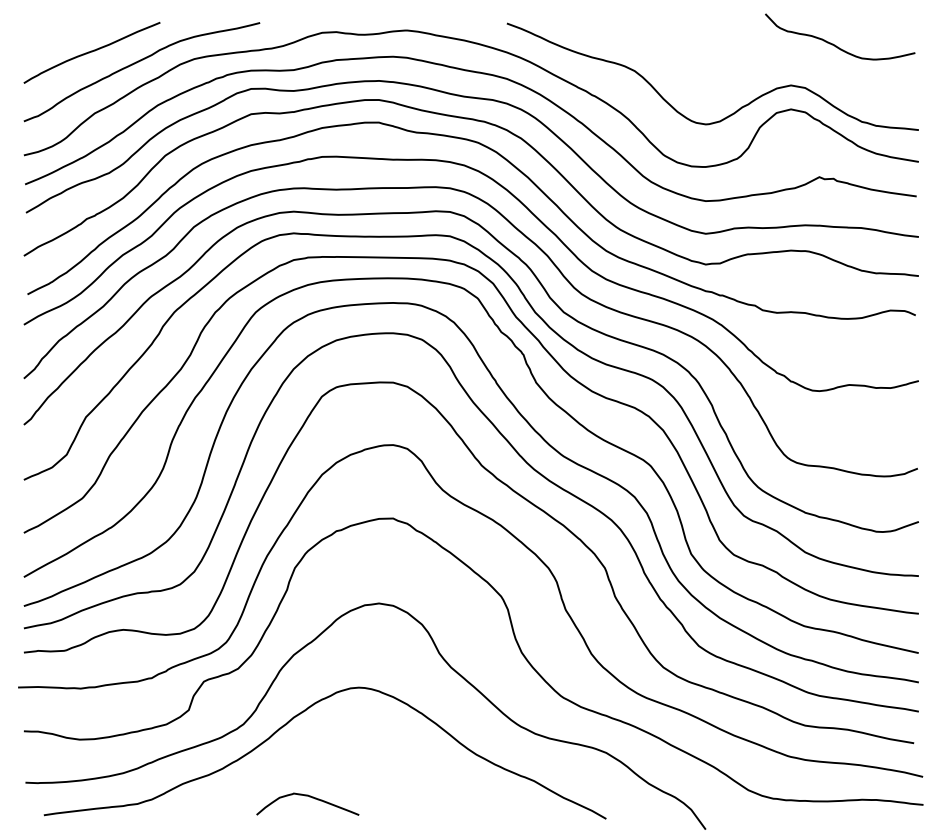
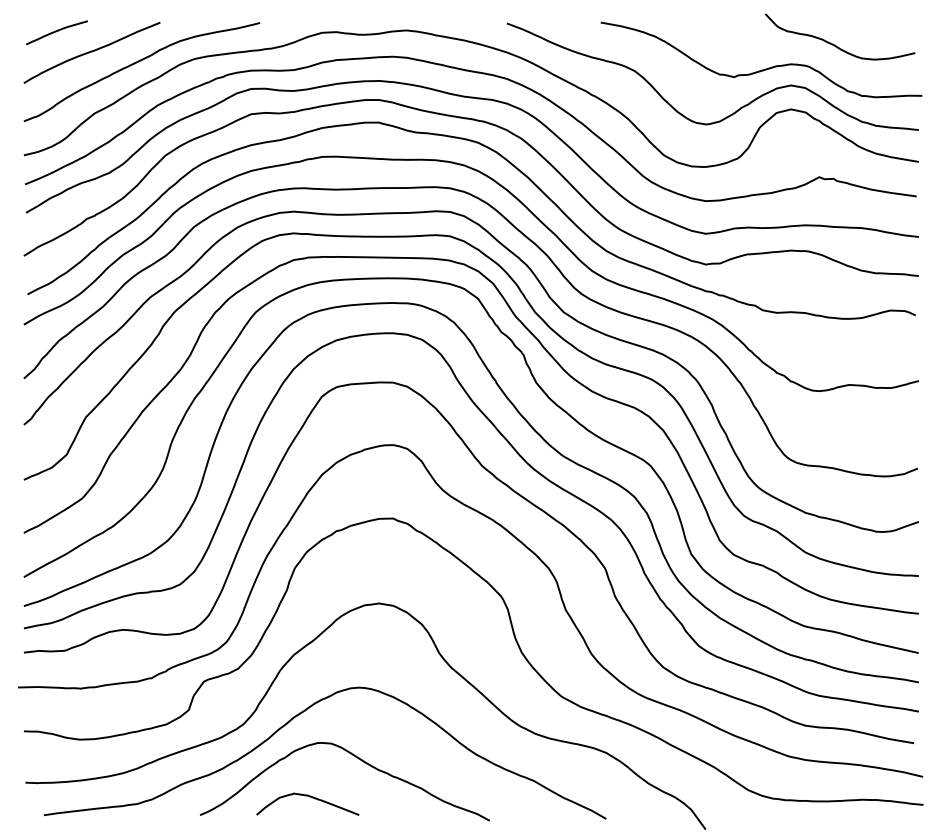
curve at (56, 32): none -> present
curve at (765, 68): none -> present
curve at (358, 759): none -> present
